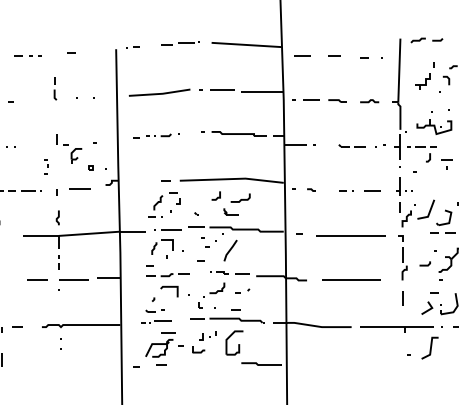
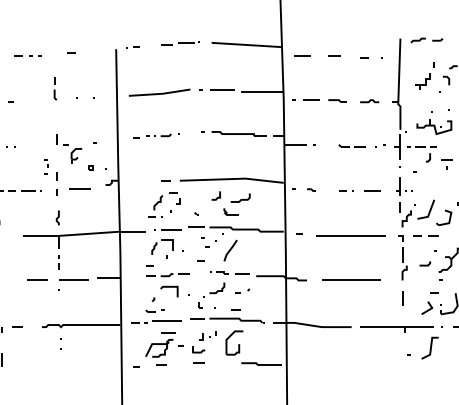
line at (56, 176): none -> present
line at (445, 232) position: (445, 232) -> (428, 235)
part at (156, 321) size: 31x4 px -> 51x4 px
line at (198, 362): none -> present
